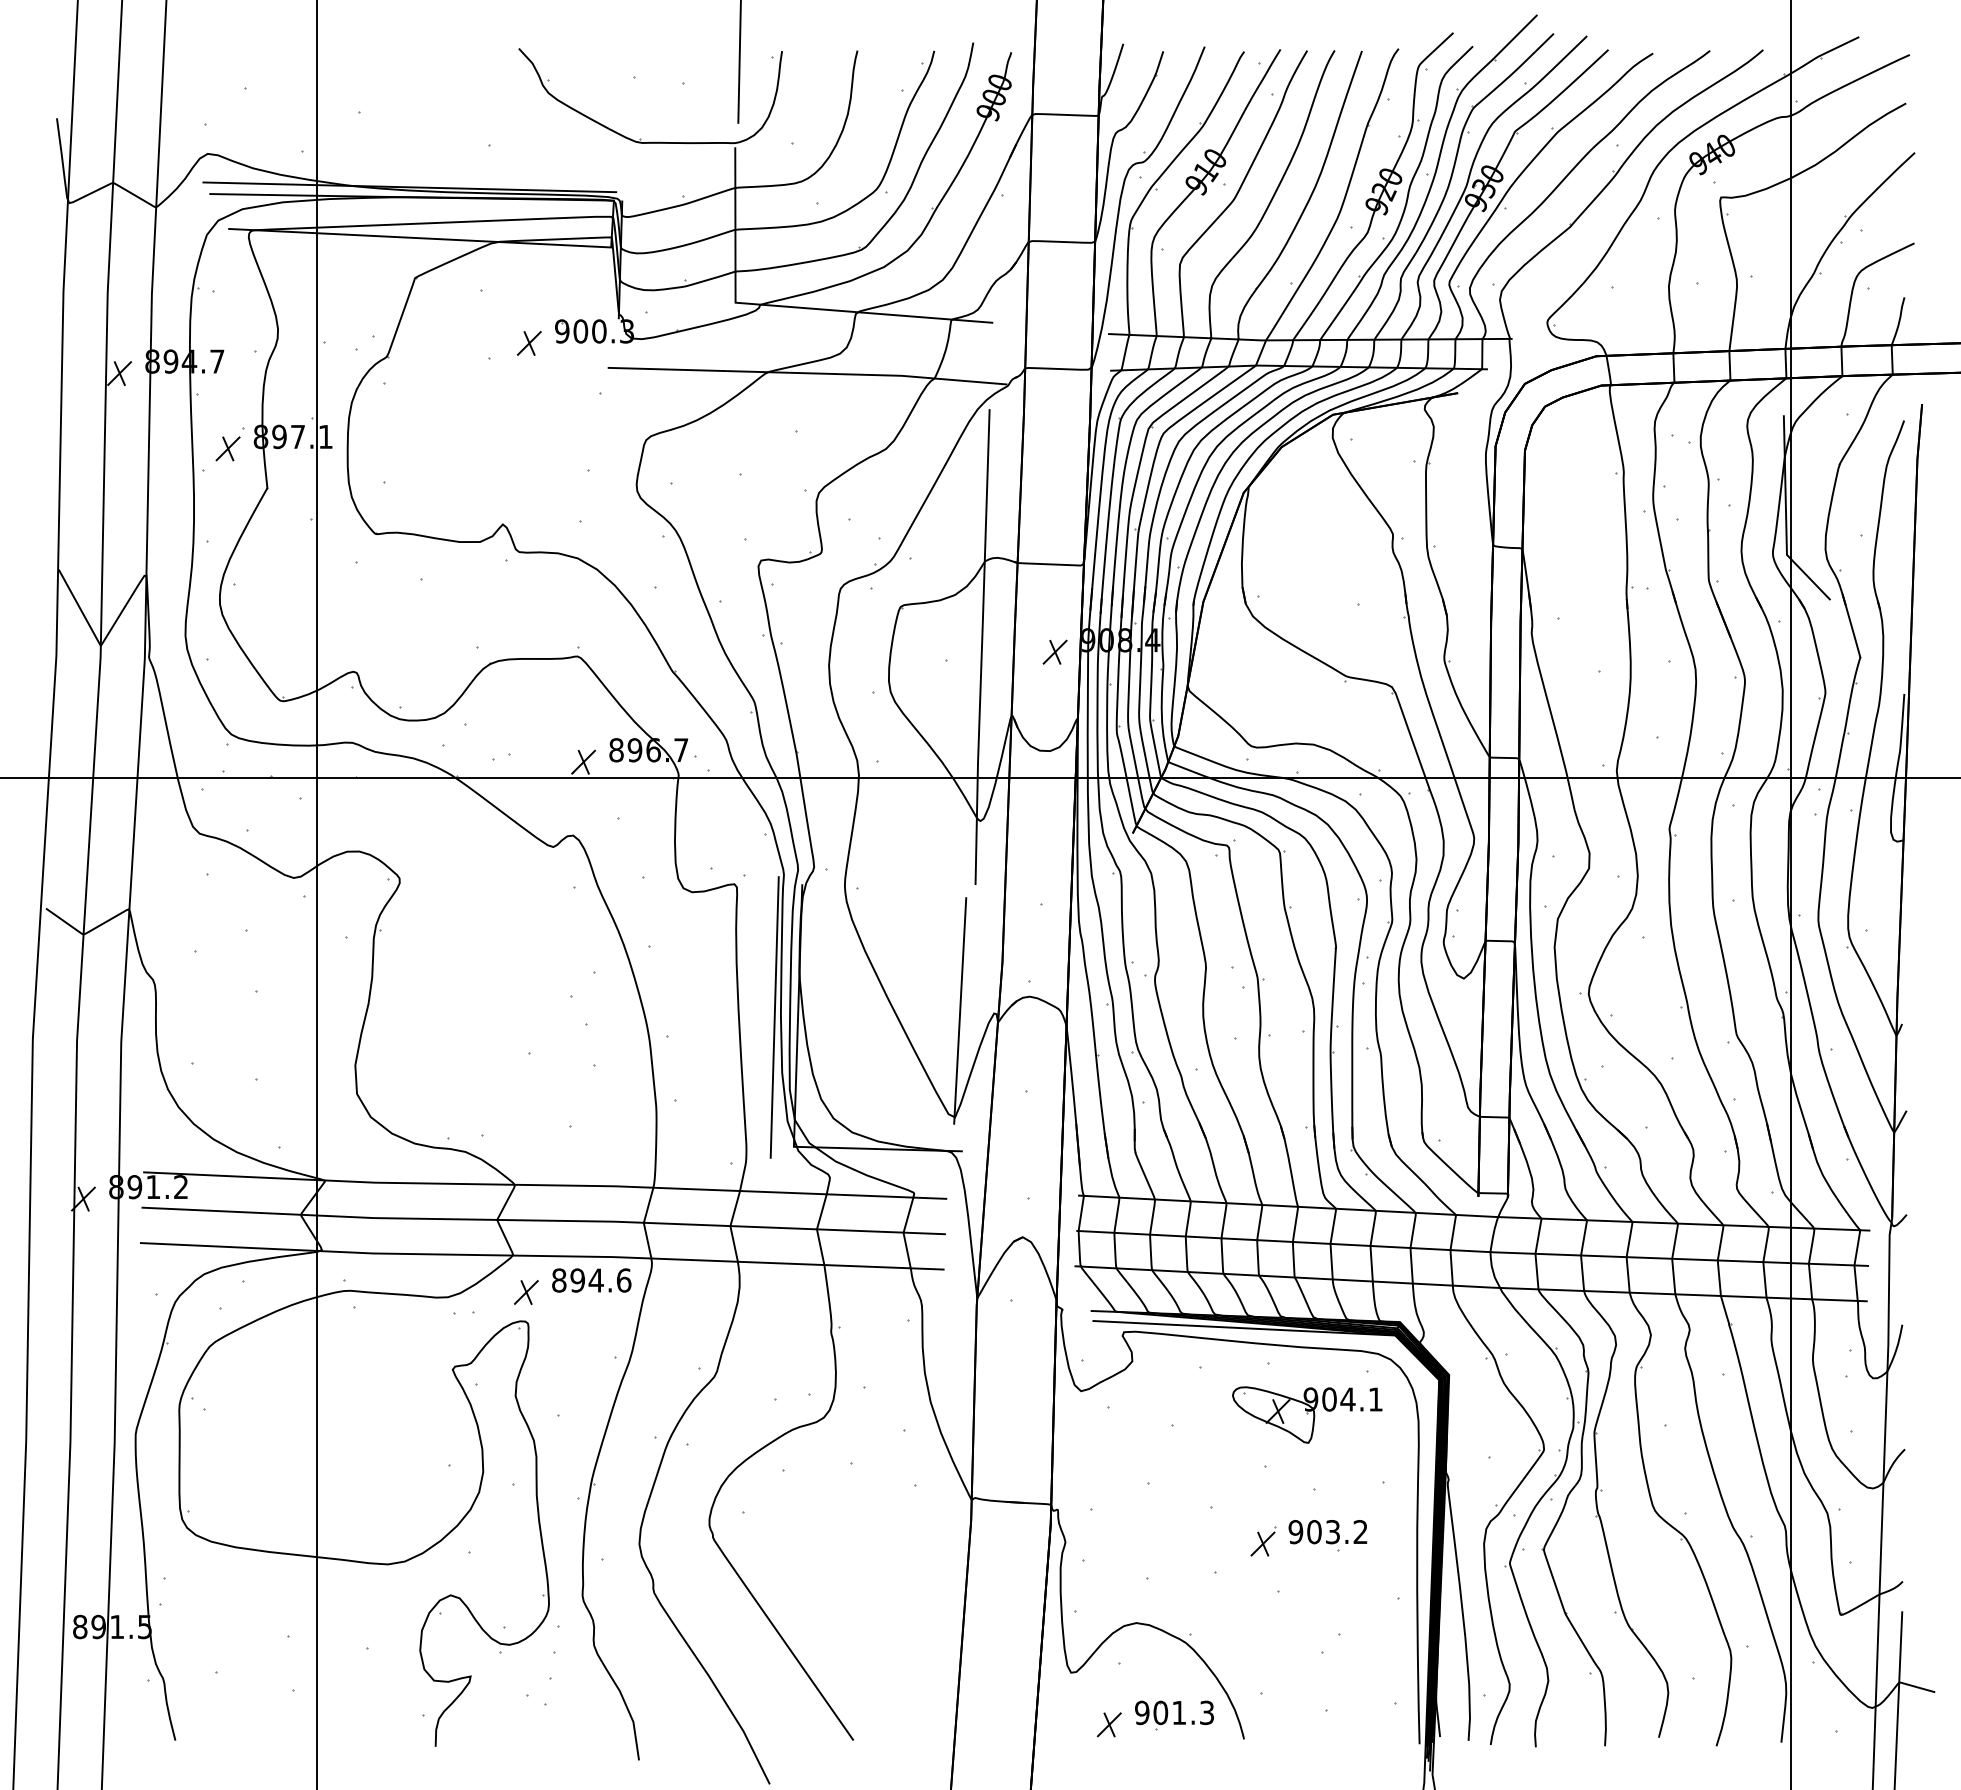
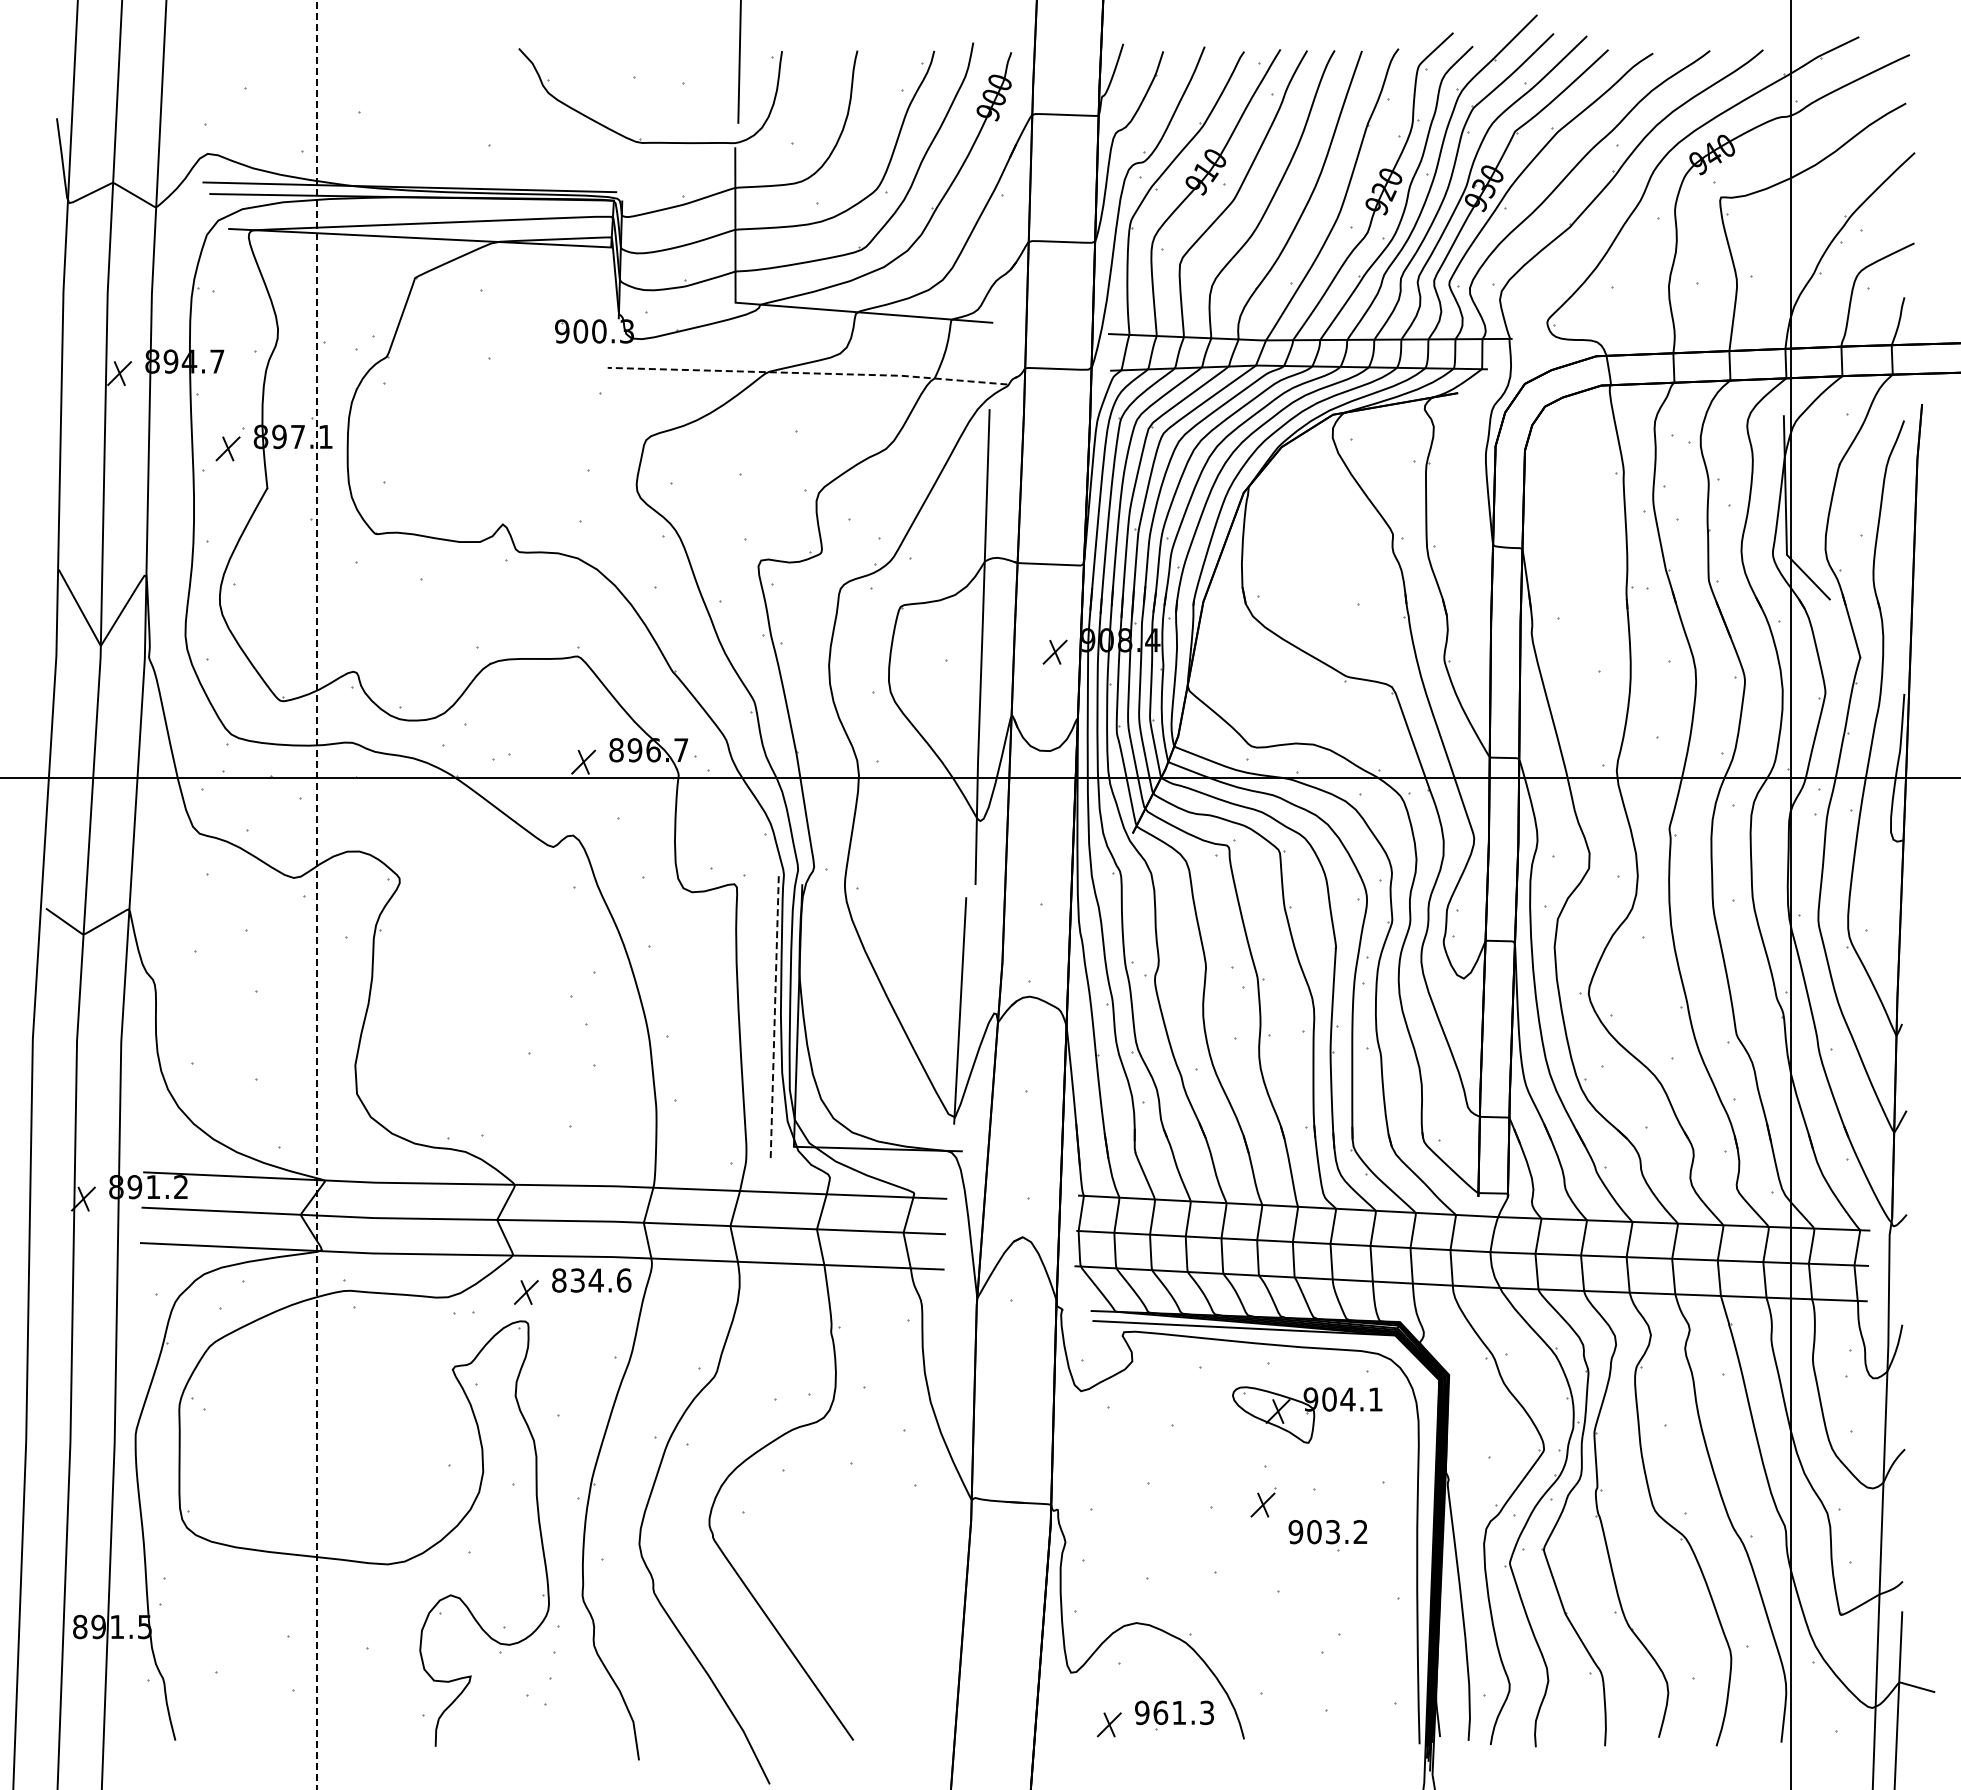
part at (528, 343): present -> none
line at (808, 373): solid -> dashed
line at (316, 894): solid -> dashed
line at (774, 1017): solid -> dashed
text at (577, 1280): 894.6 -> 834.6
part at (1263, 1541) position: (1263, 1541) -> (1263, 1502)
text at (1160, 1712): 901.3 -> 961.3
